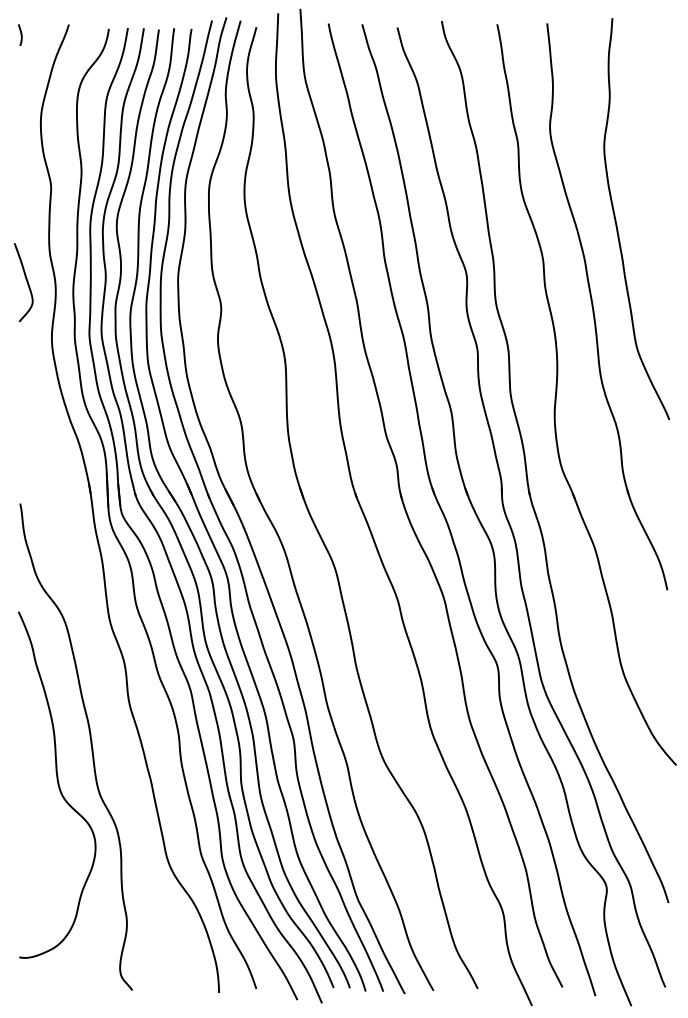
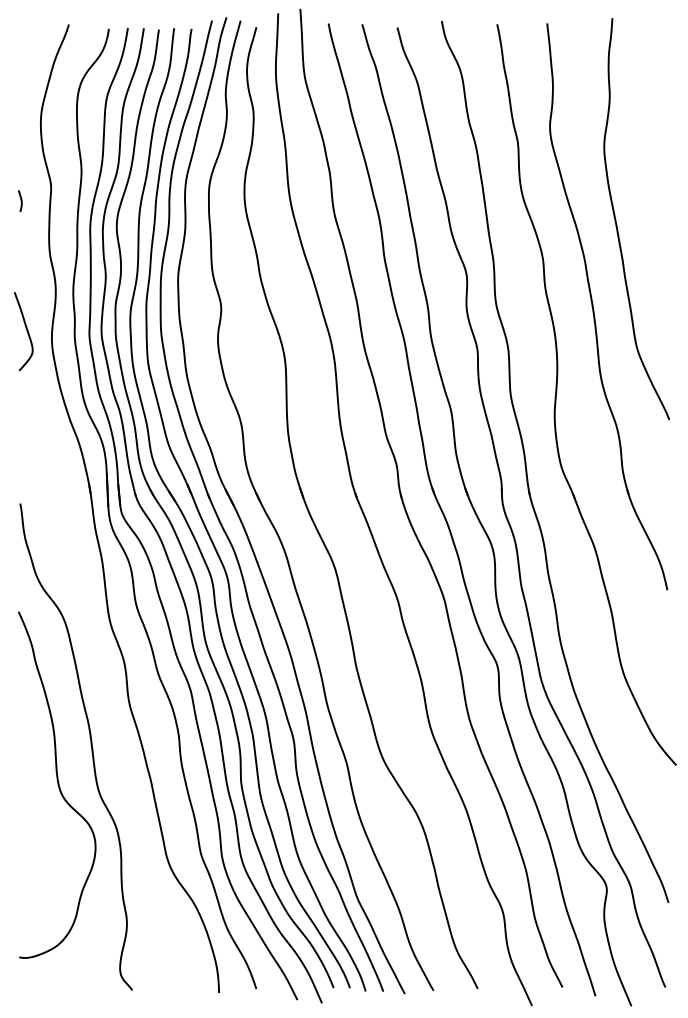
curve at (20, 34) position: (20, 34) -> (20, 200)
curve at (26, 282) position: (26, 282) -> (26, 331)
